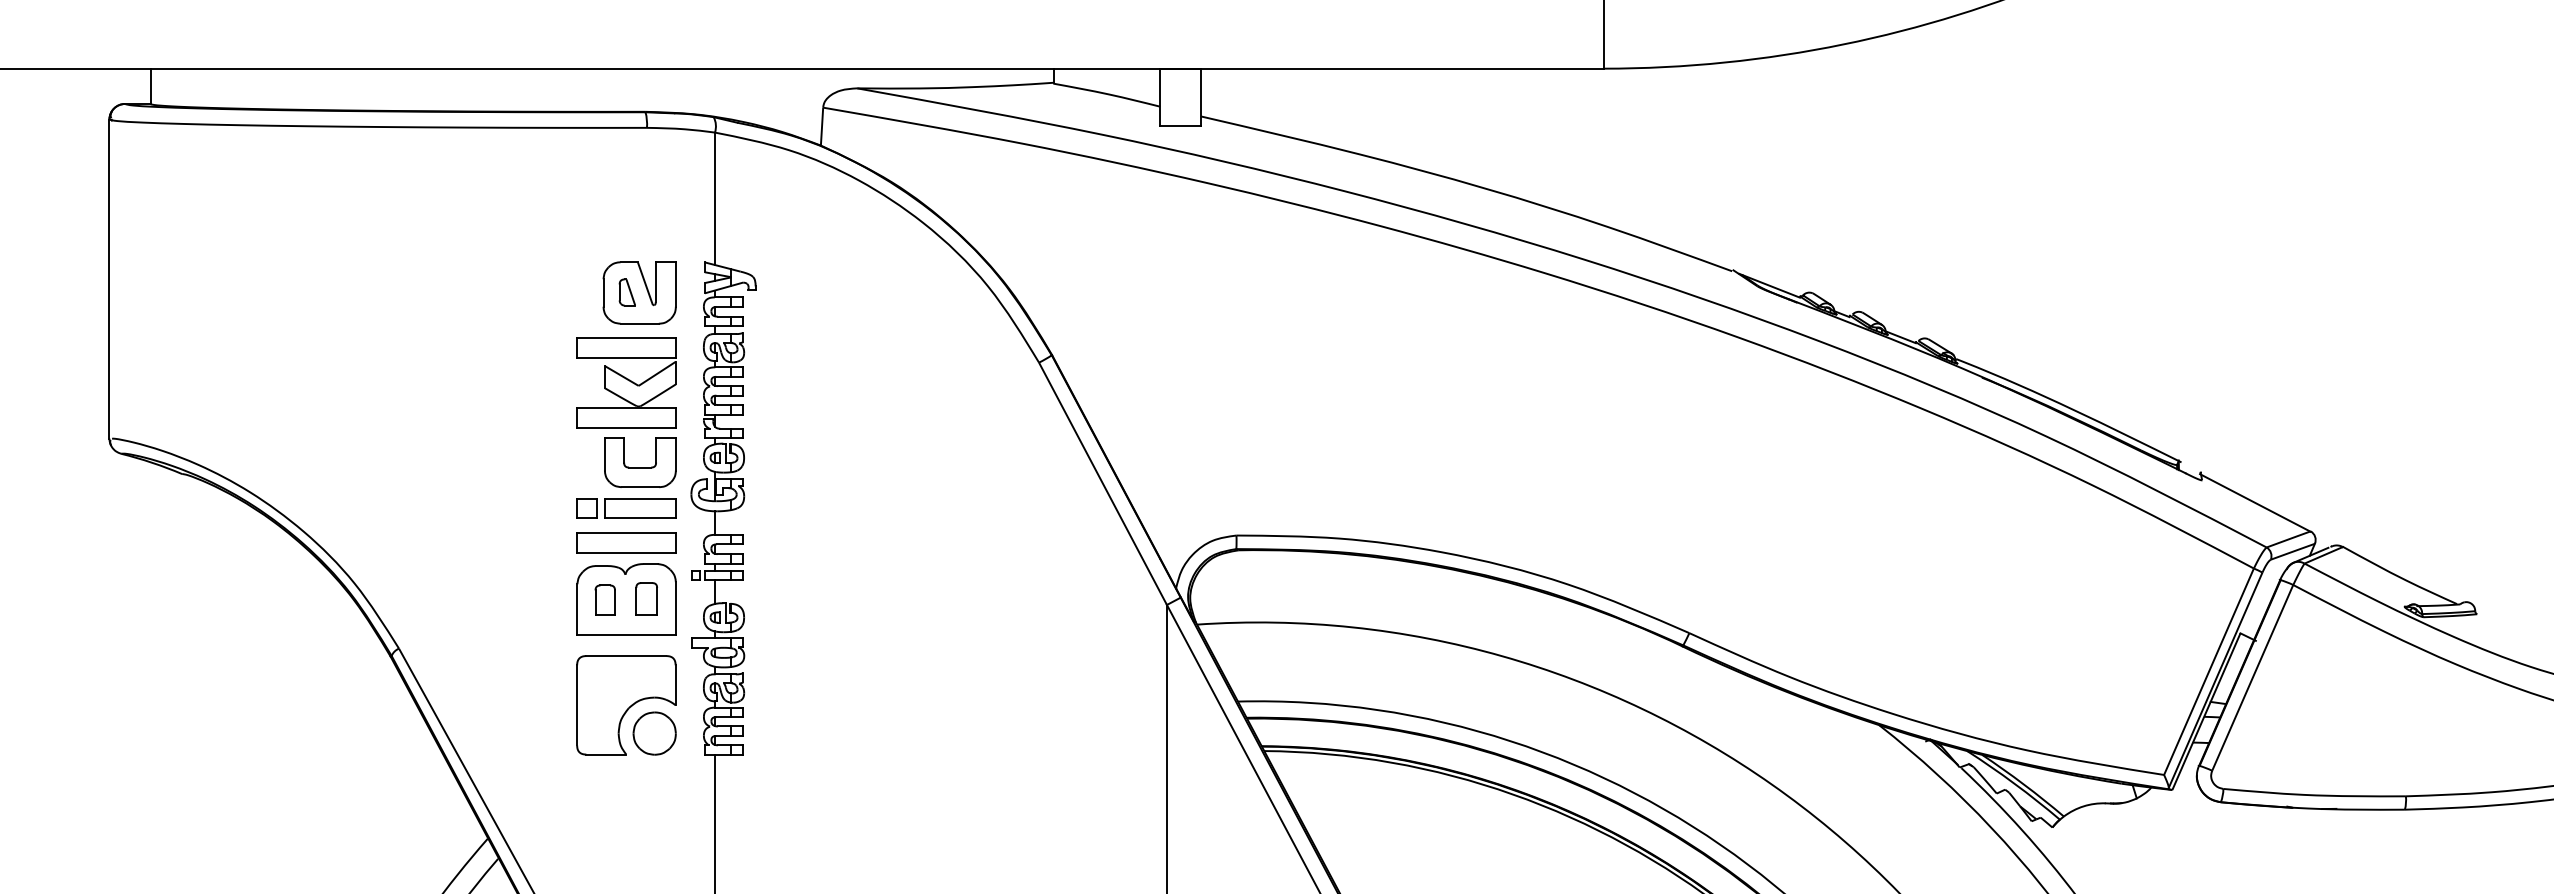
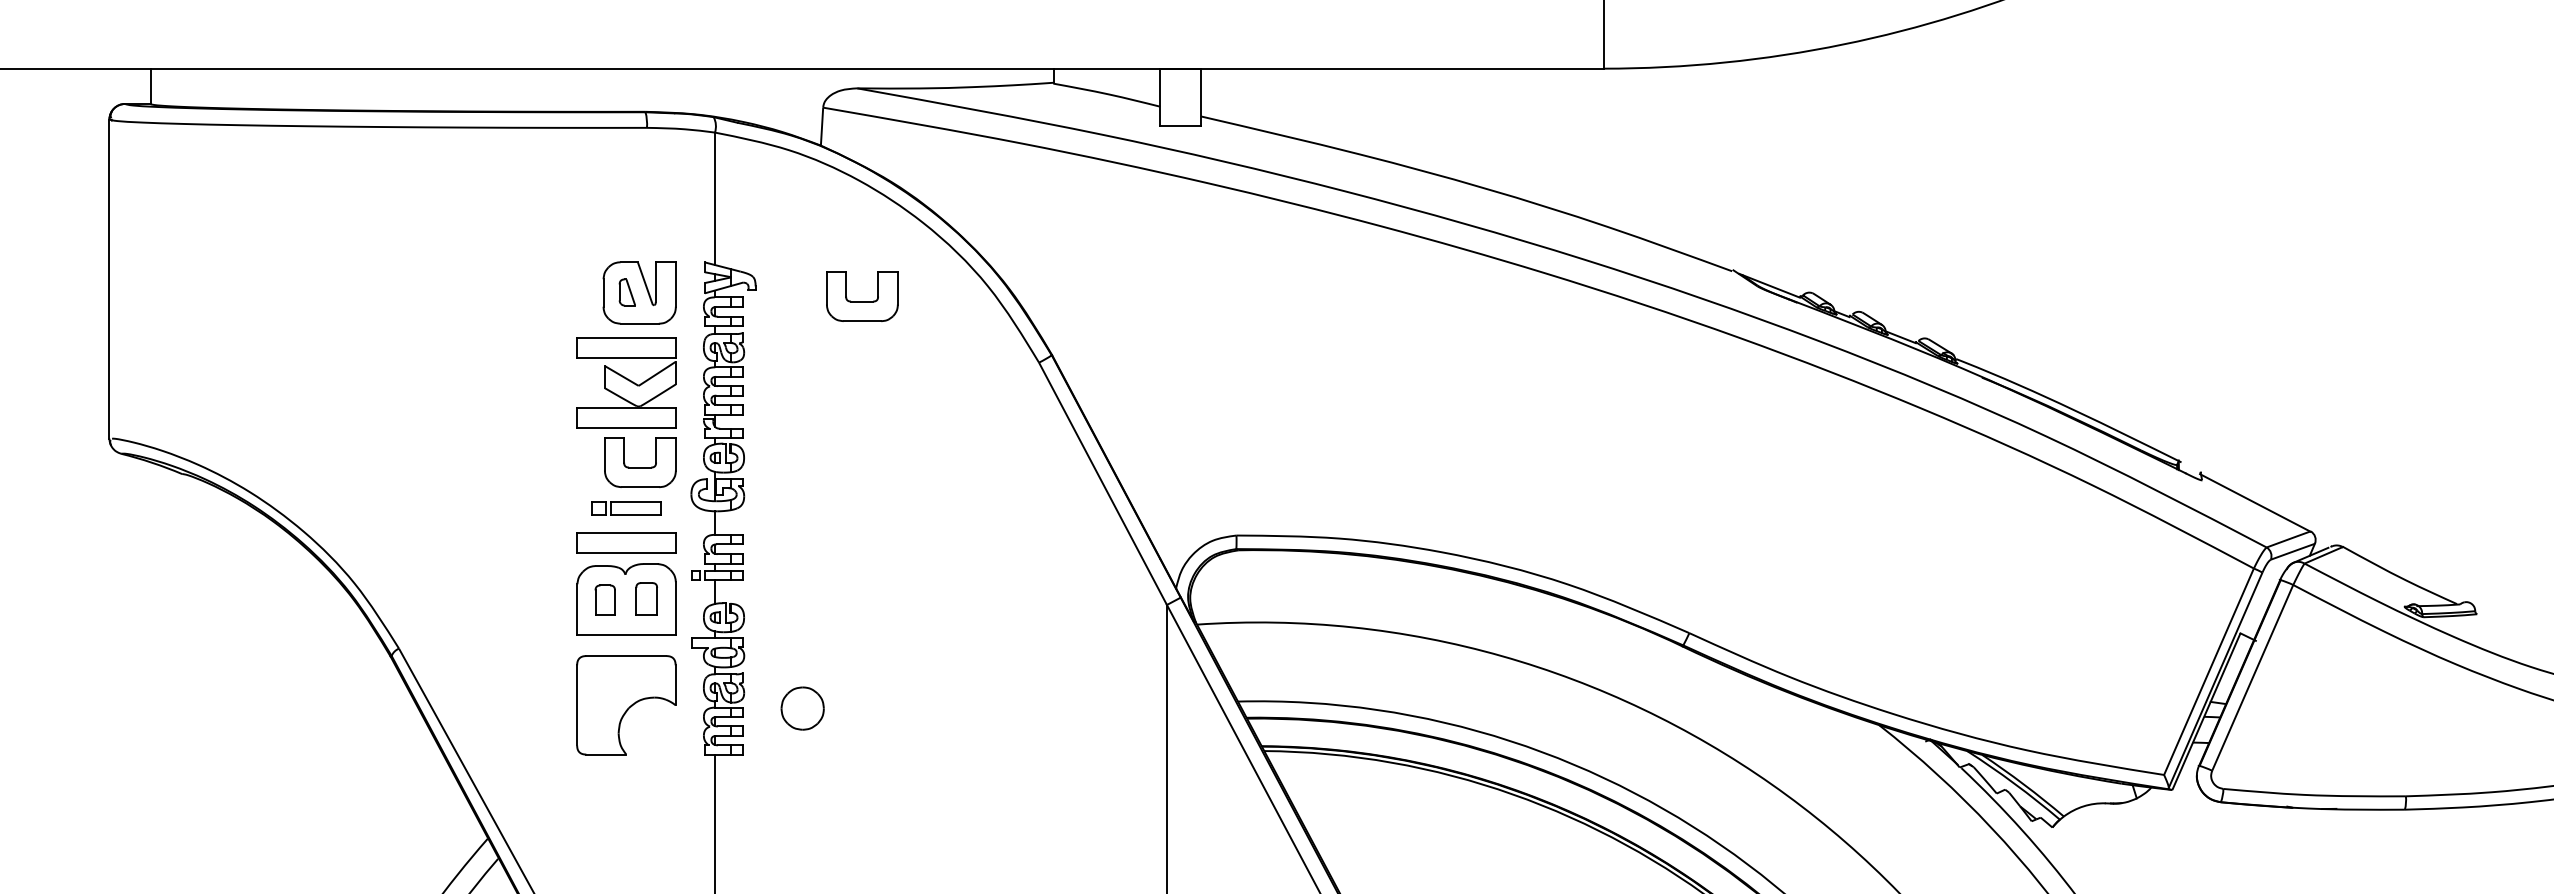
part at (862, 296): none -> present
part at (626, 508) size: 101x21 px -> 71x15 px
part at (654, 733) position: (654, 733) -> (802, 708)
